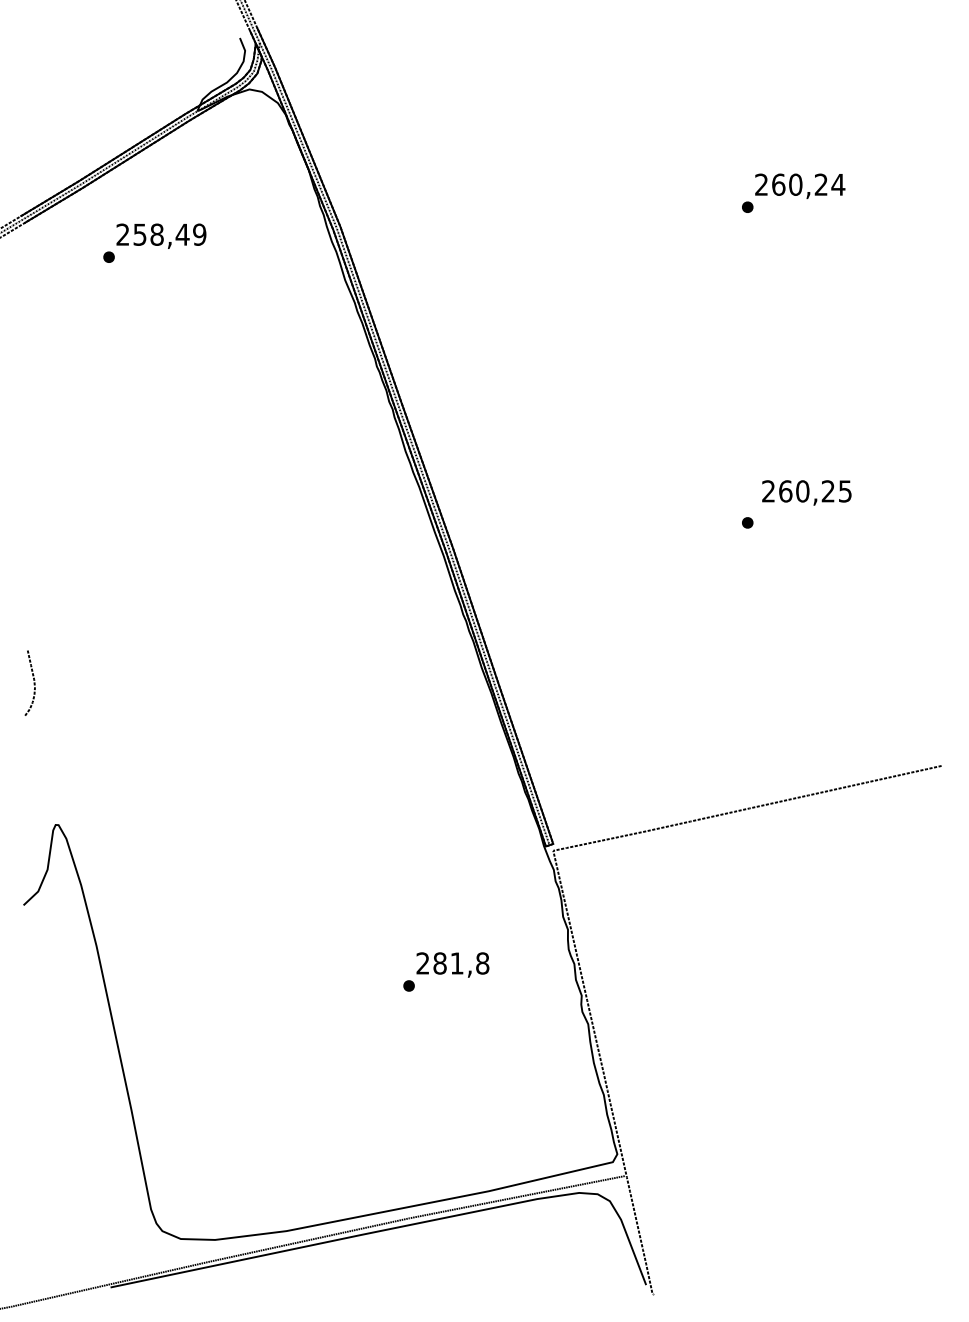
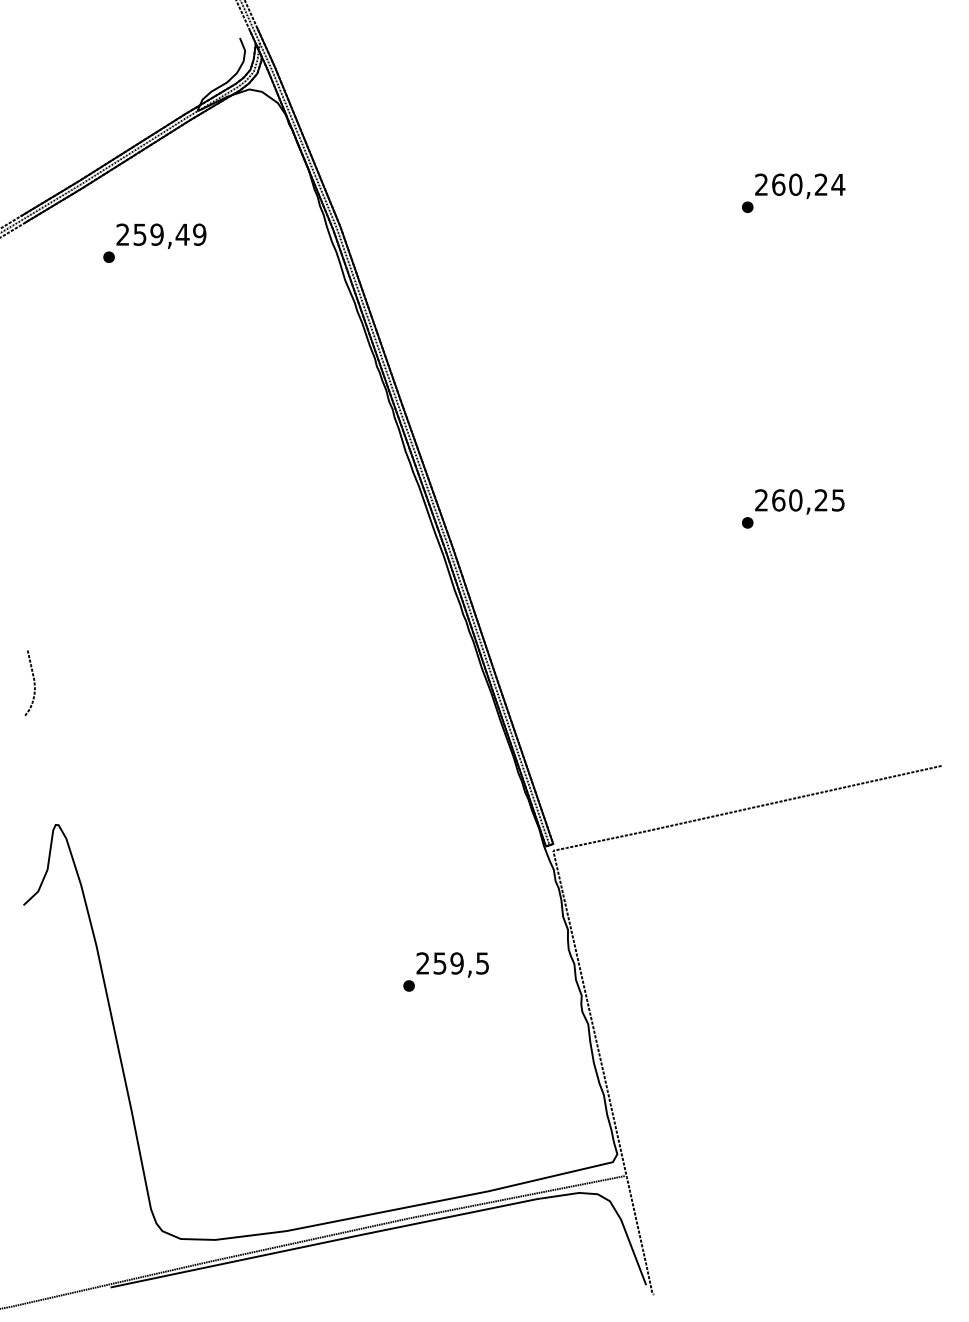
text at (156, 234): 258,49 -> 259,49
text at (806, 492) position: (806, 492) -> (799, 501)
text at (461, 963): 281,8 -> 259,5
